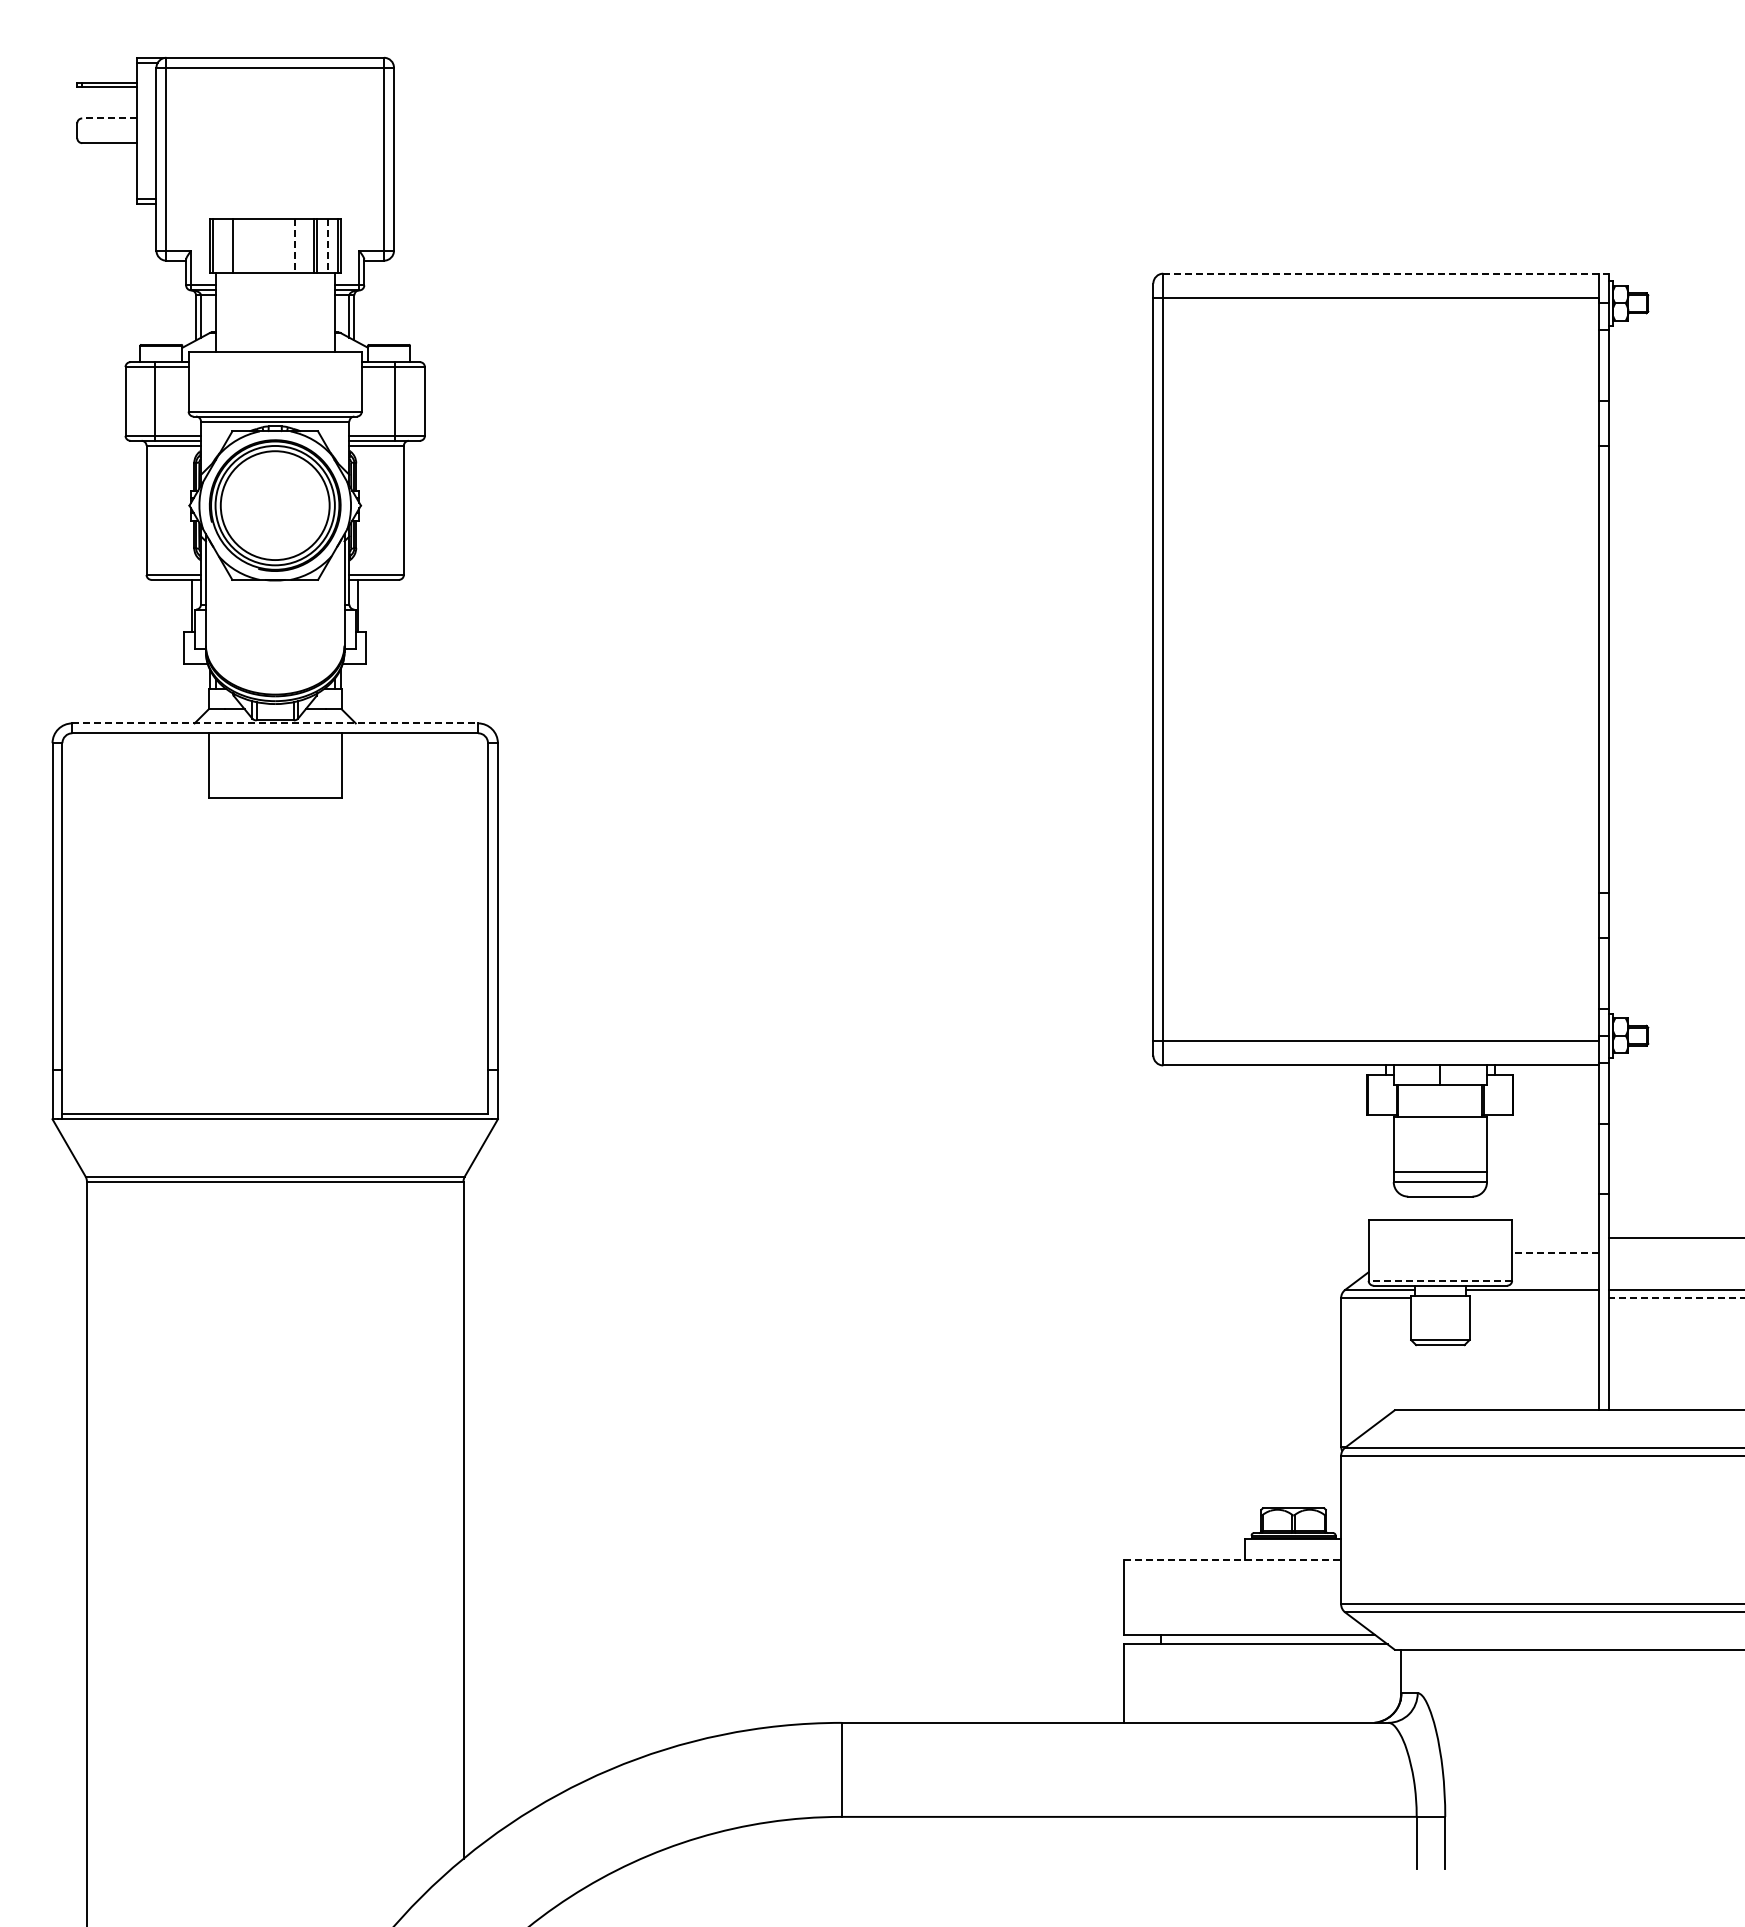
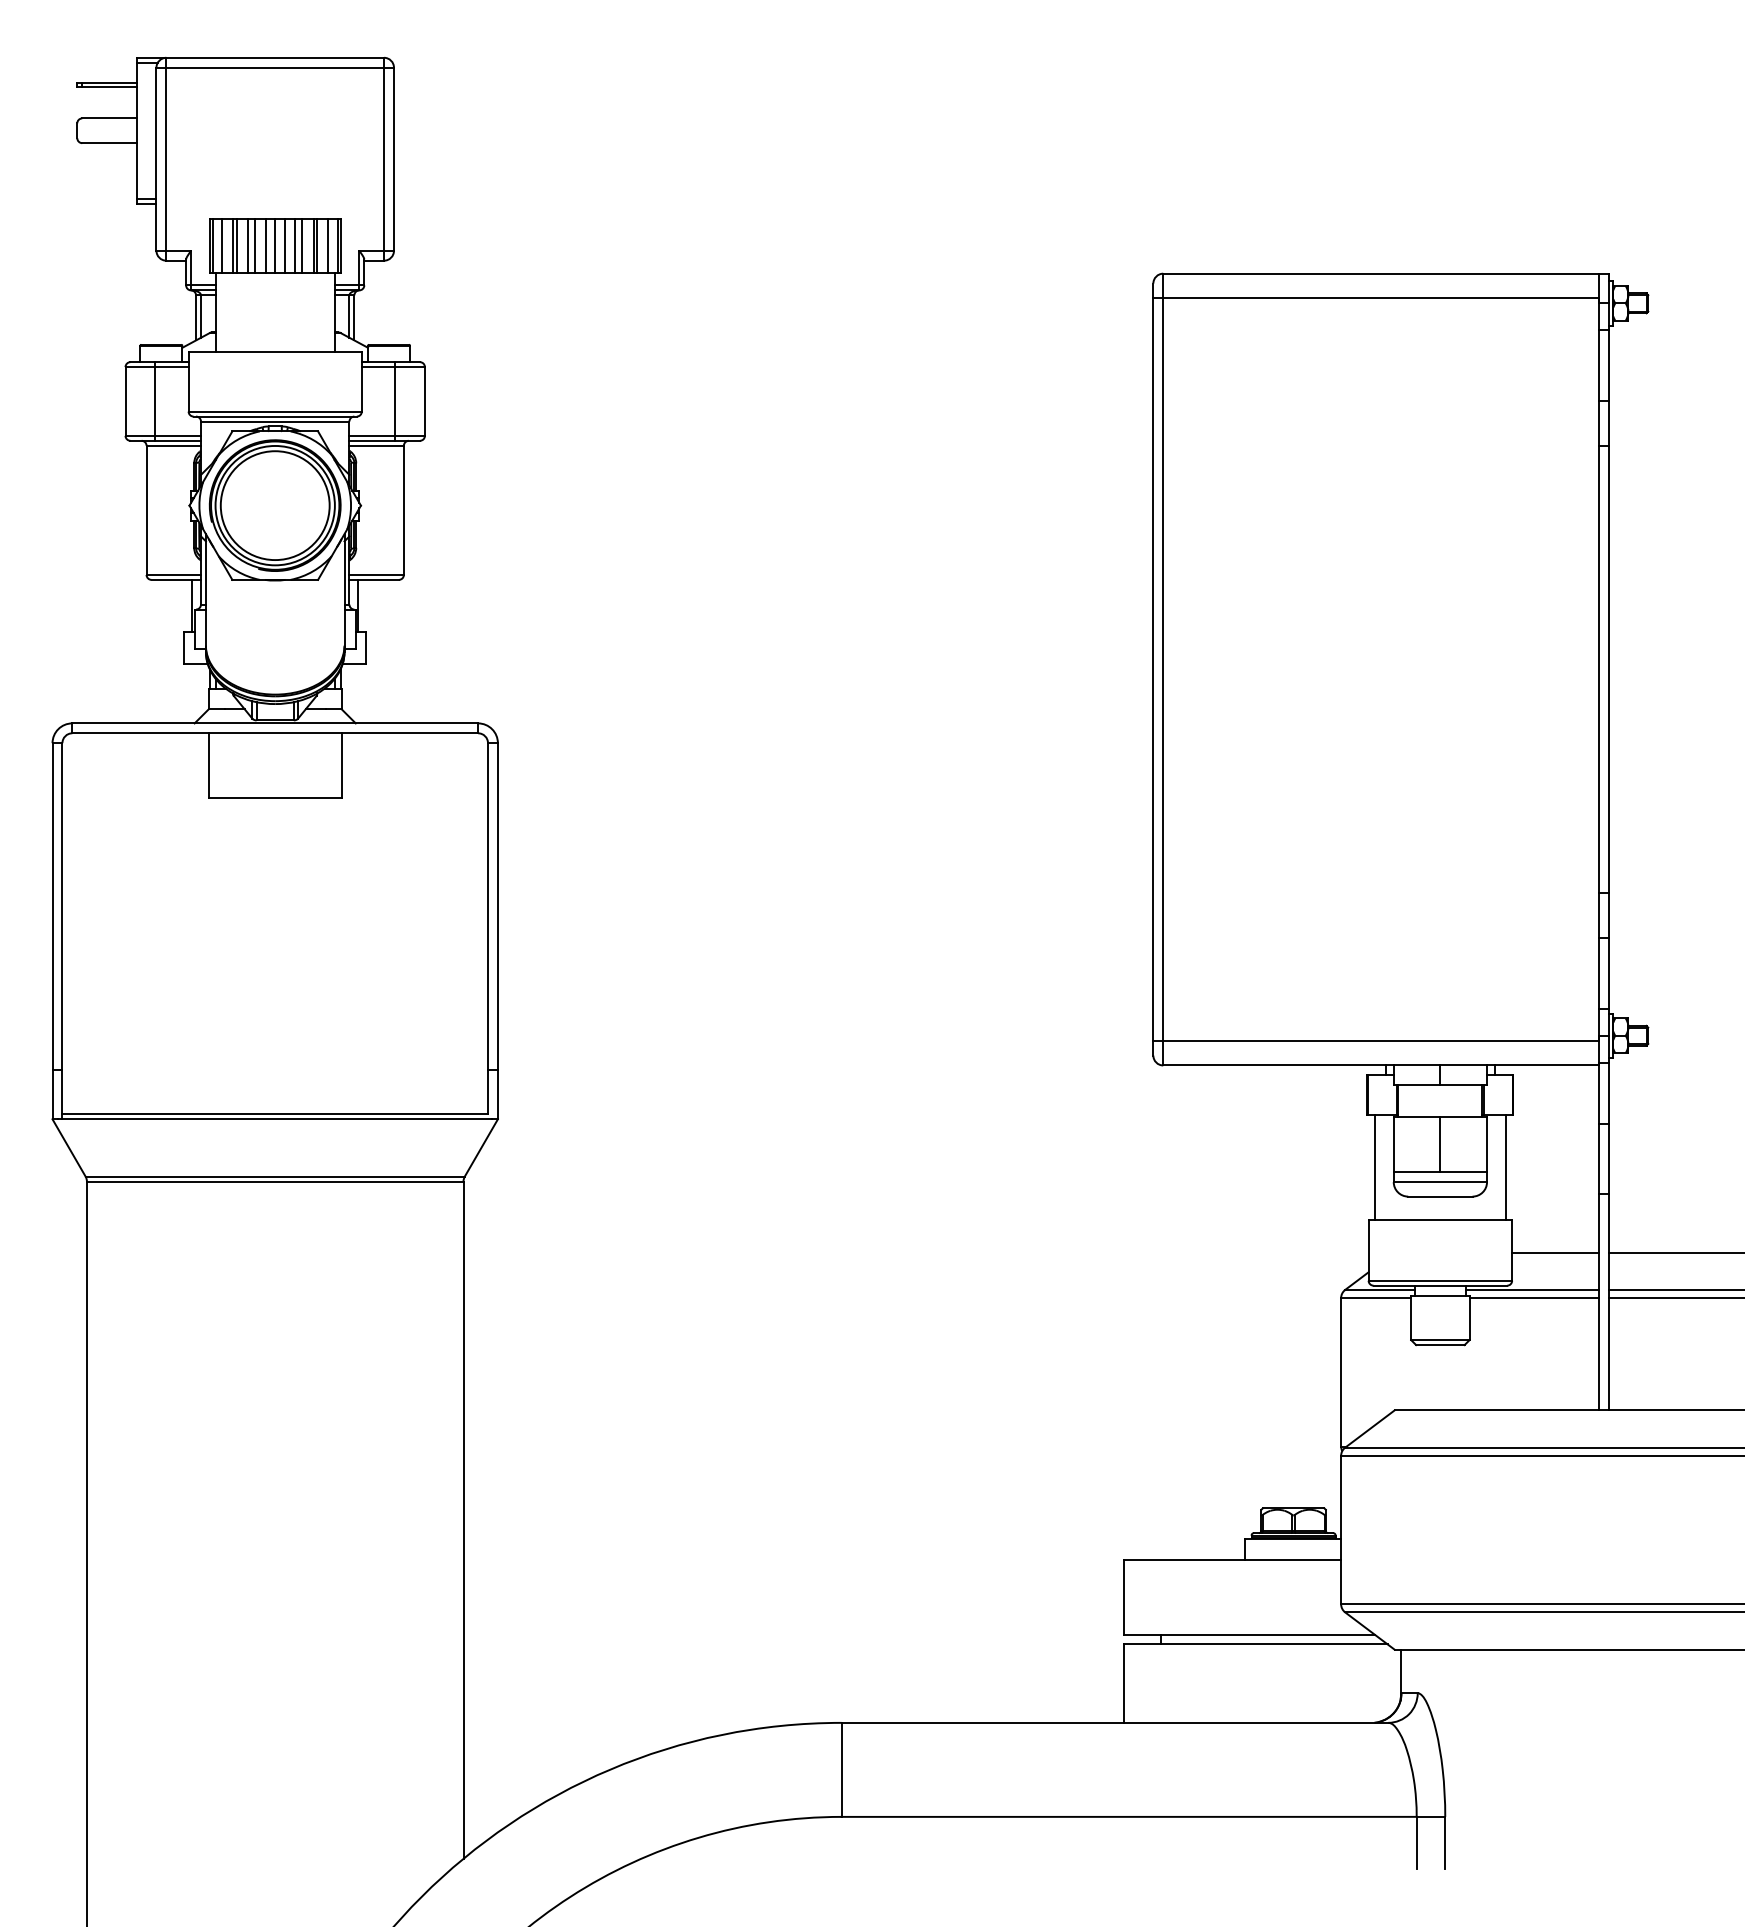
line at (108, 118): dashed -> solid
line at (222, 245): none -> present
line at (236, 245): none -> present
line at (248, 245): none -> present
line at (254, 245): none -> present
line at (265, 245): none -> present
line at (275, 245): none -> present
line at (284, 245): none -> present
line at (302, 245): none -> present
line at (295, 246): dashed -> solid
line at (328, 246): dashed -> solid
line at (1385, 273): dashed -> solid
line at (275, 723): dashed -> solid
line at (1440, 1144): none -> present
line at (1374, 1166): none -> present
line at (1505, 1166): none -> present
line at (1674, 1237) position: (1674, 1237) -> (1674, 1252)
line at (1554, 1252): dashed -> solid
line at (1440, 1280): dashed -> solid
line at (1533, 1298): none -> present
line at (1676, 1298): dashed -> solid
line at (1232, 1560): dashed -> solid
